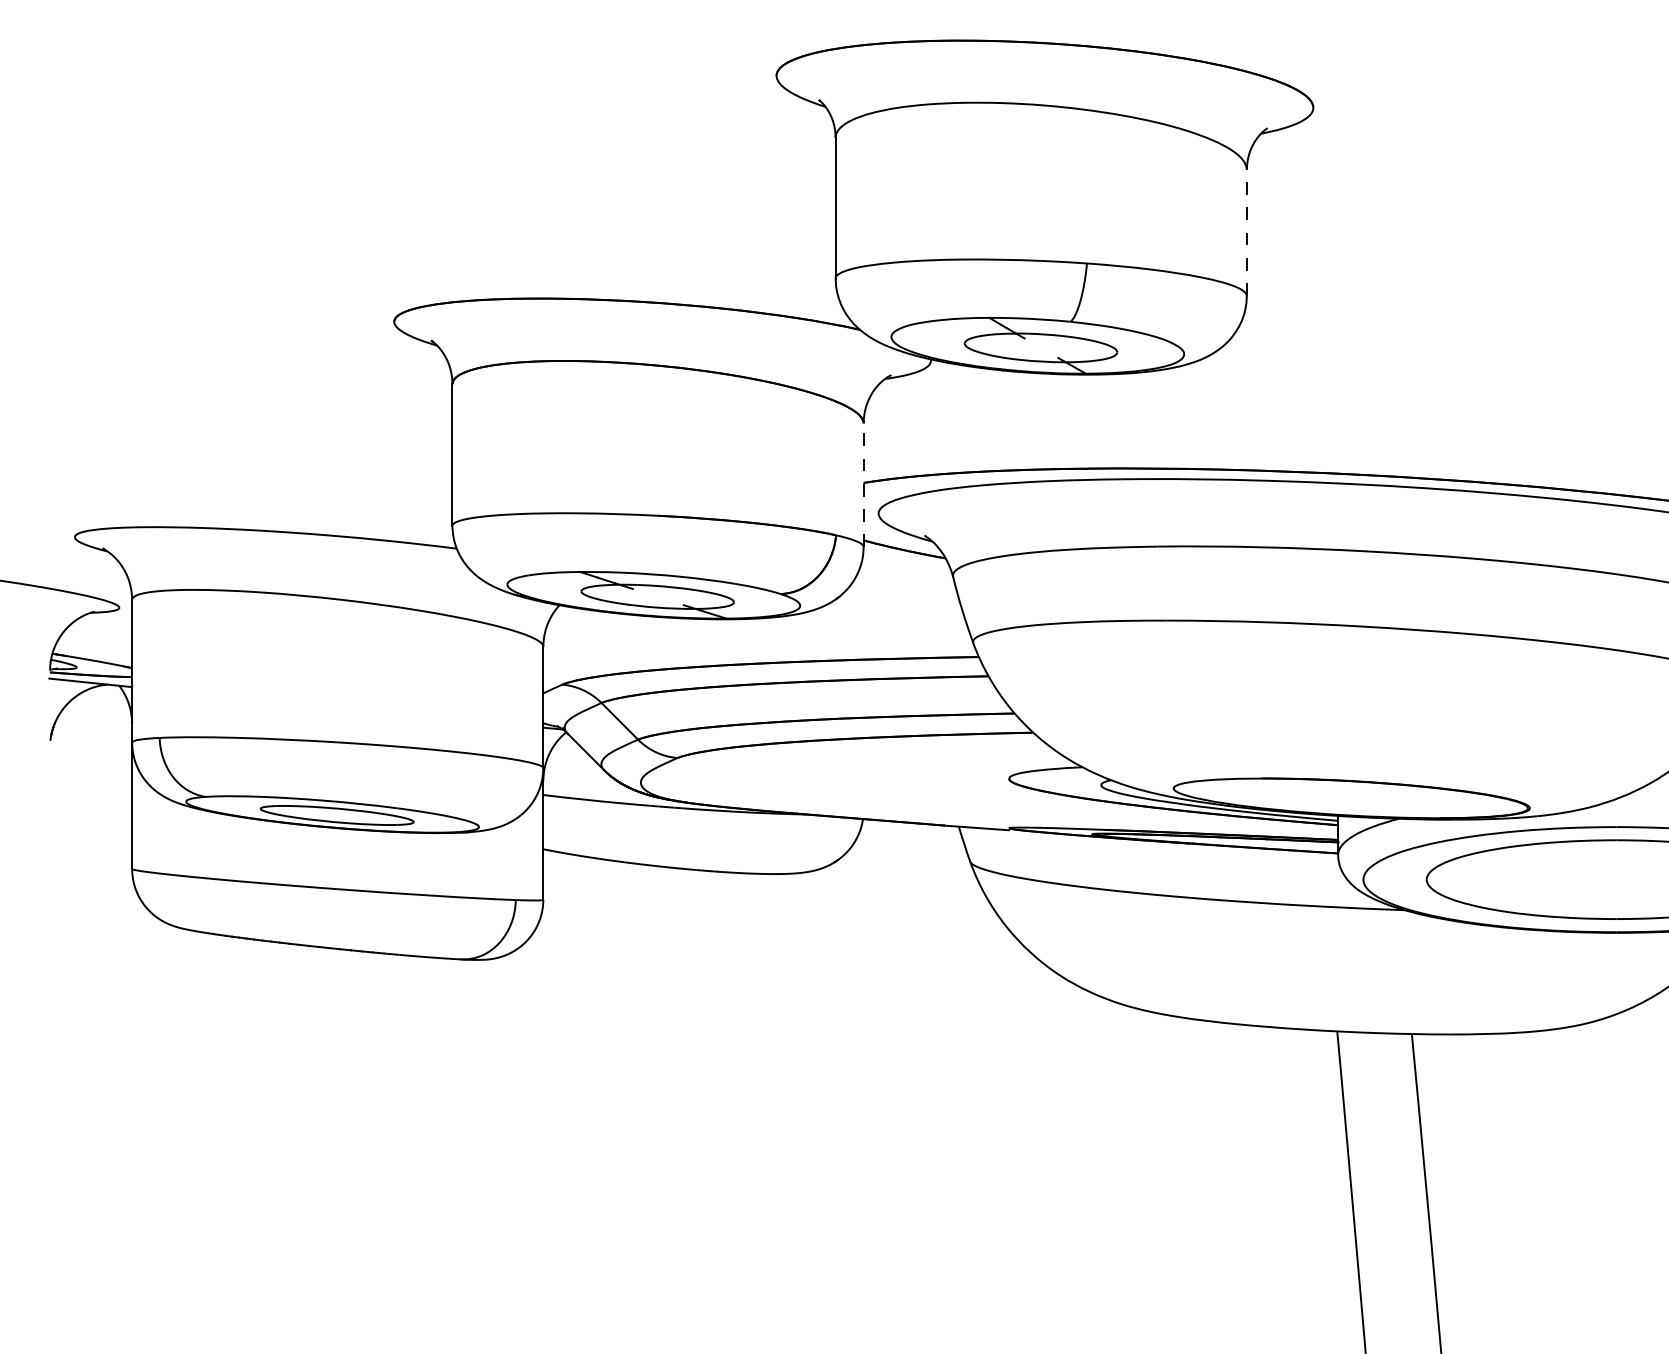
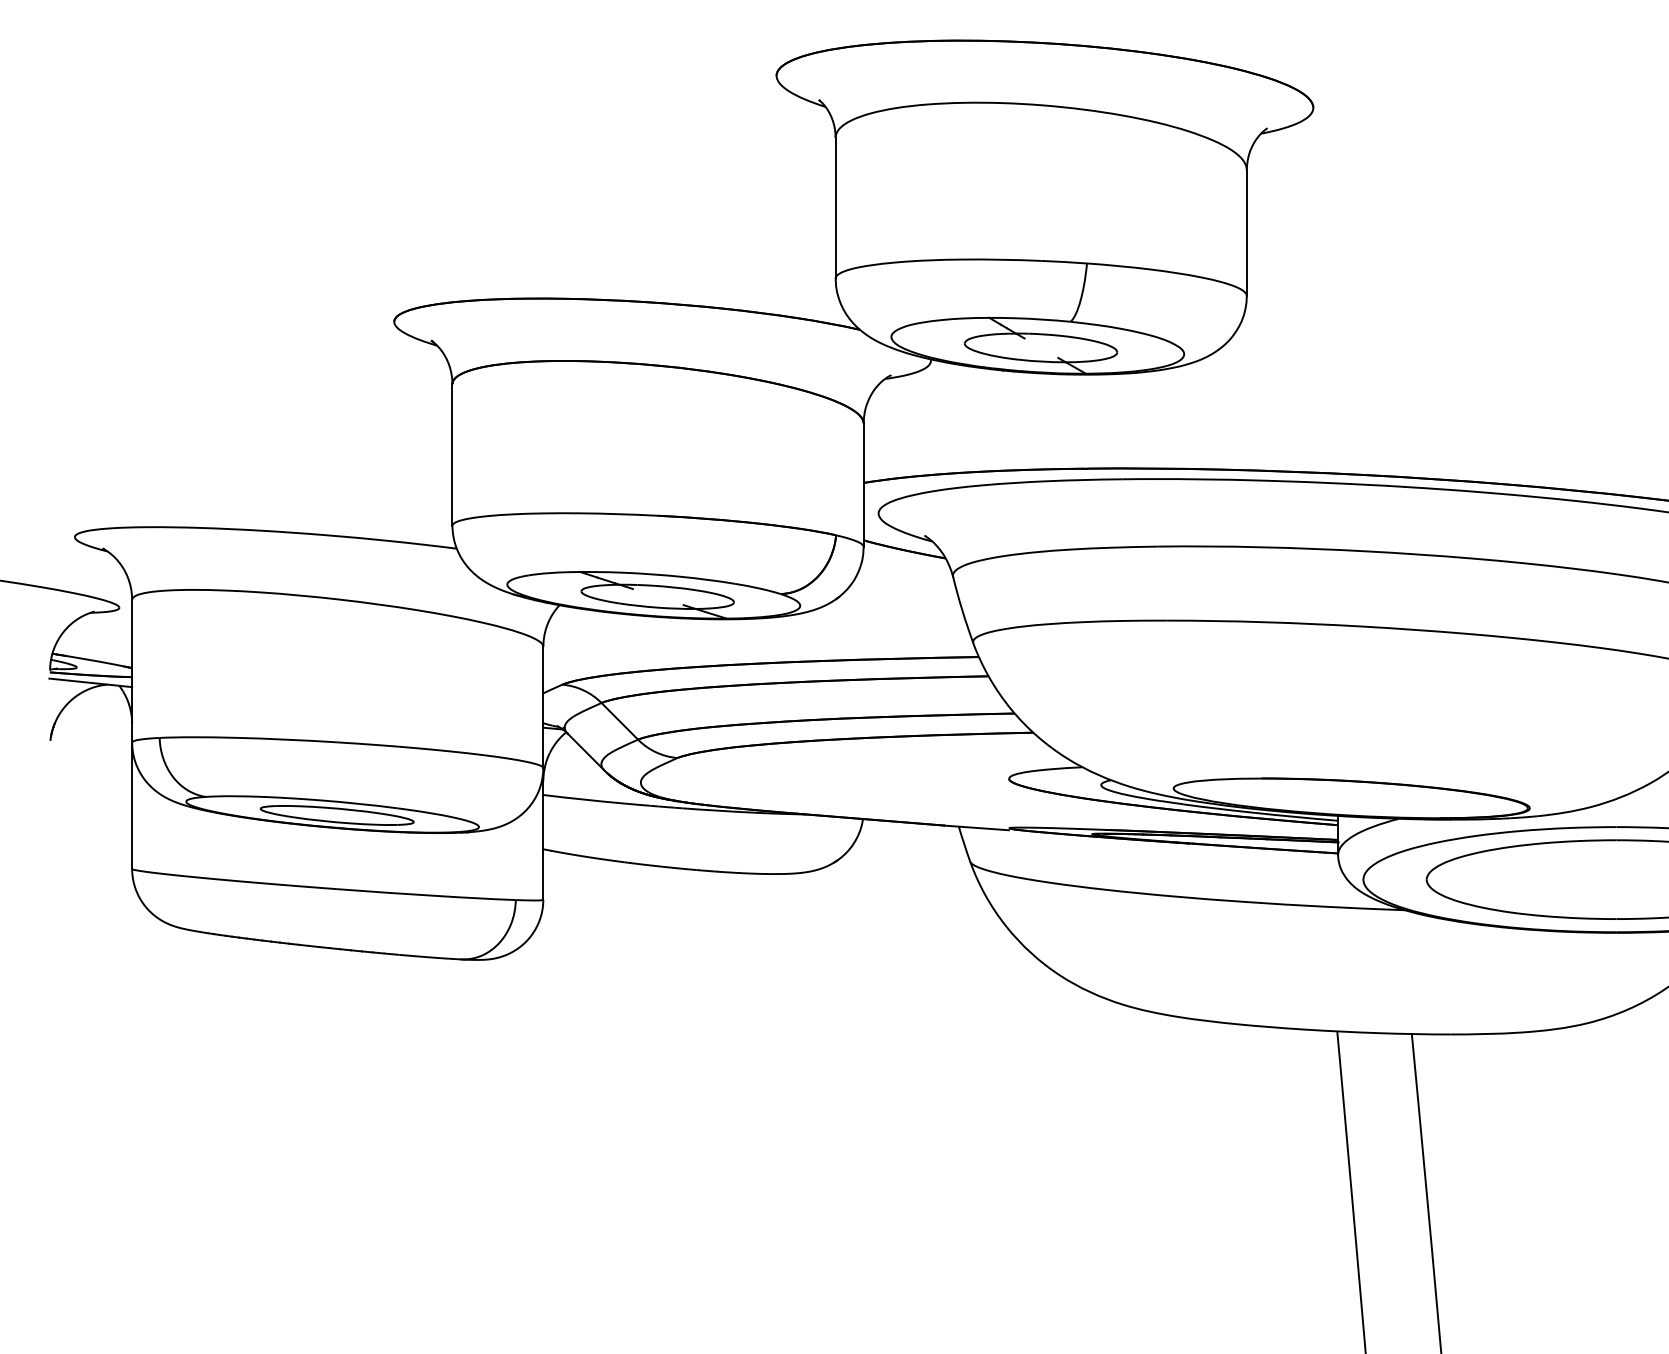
line at (1246, 232): dashed -> solid
line at (863, 485): dashed -> solid
